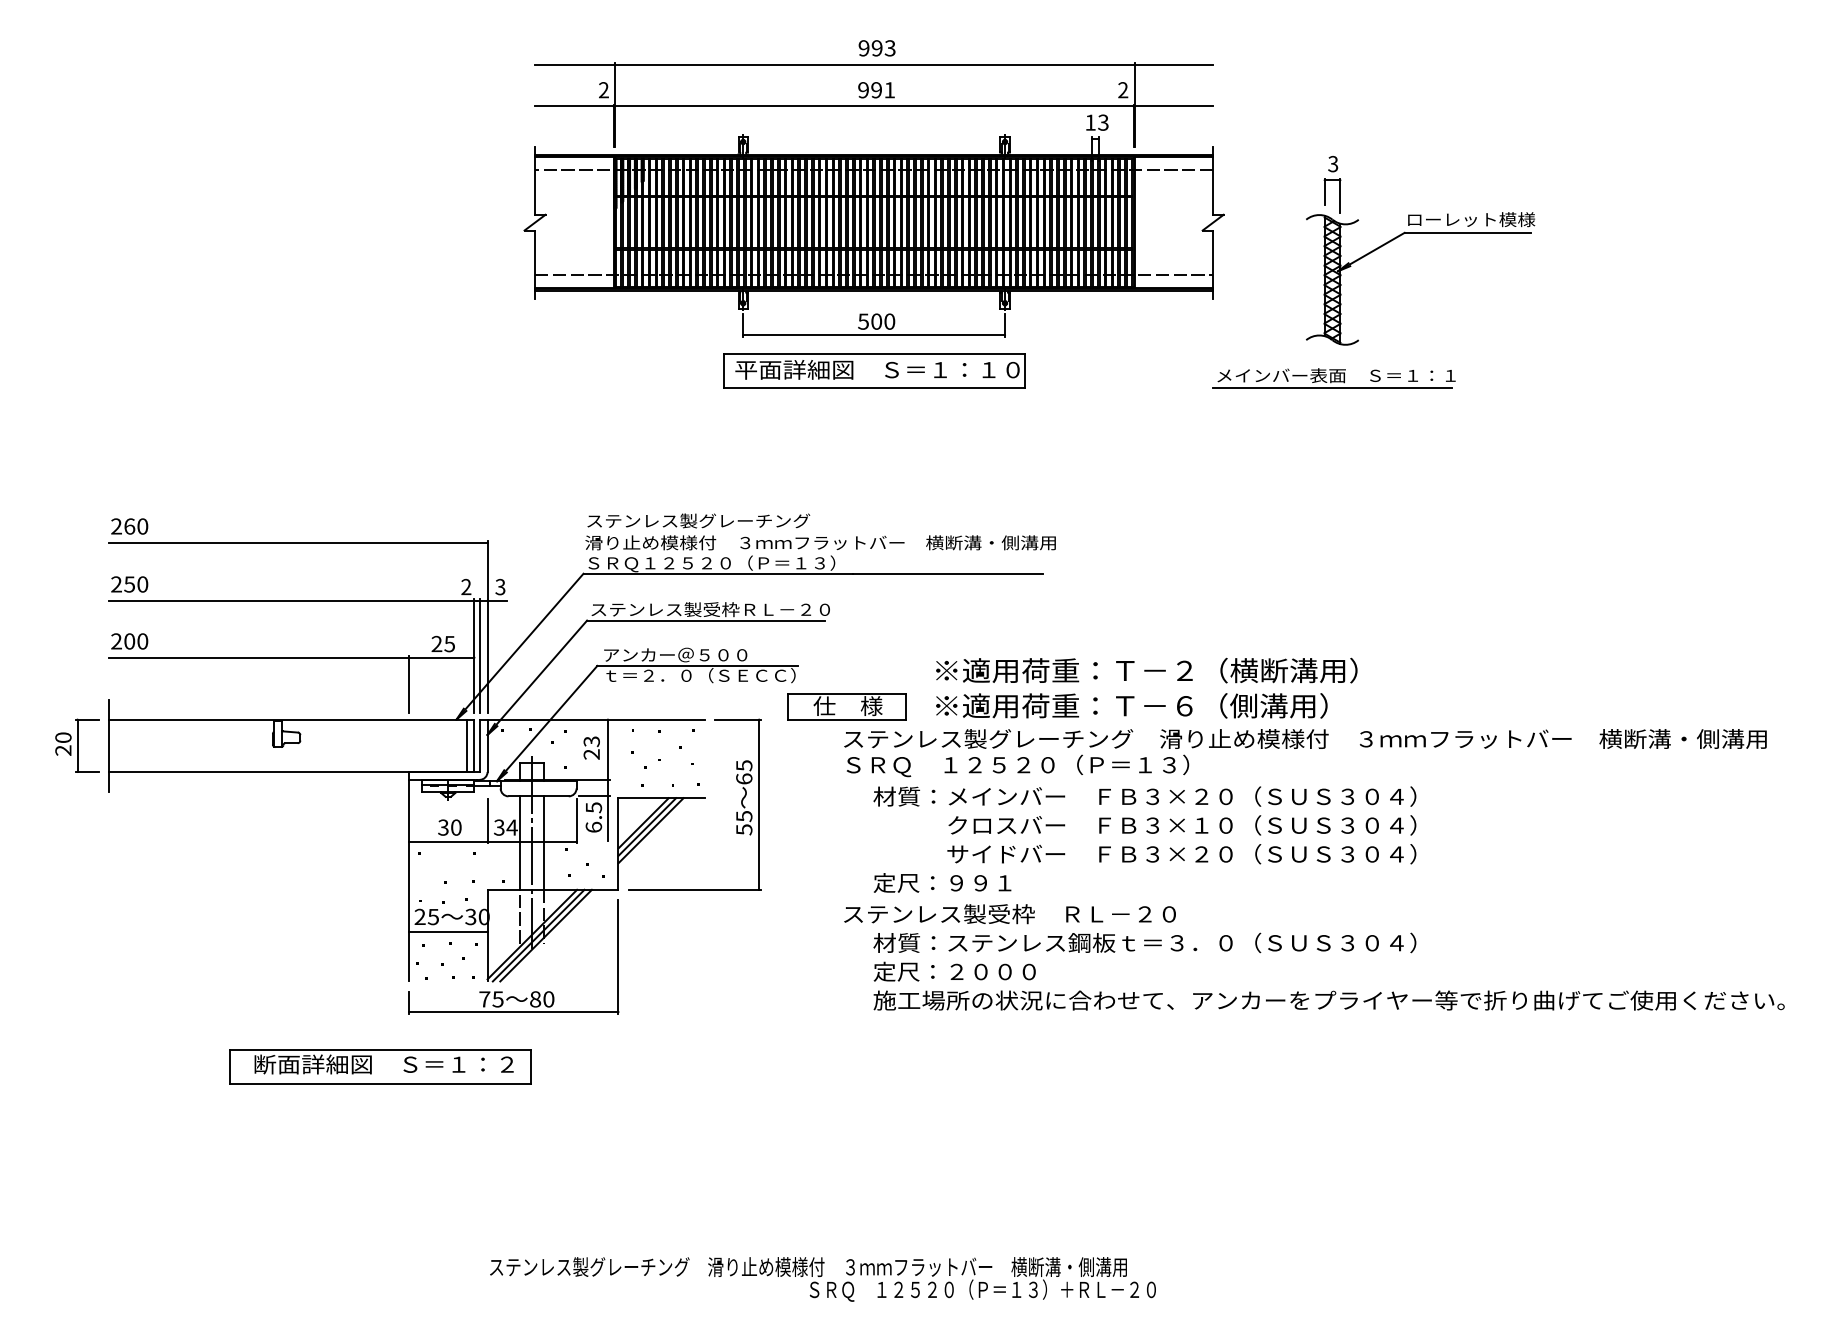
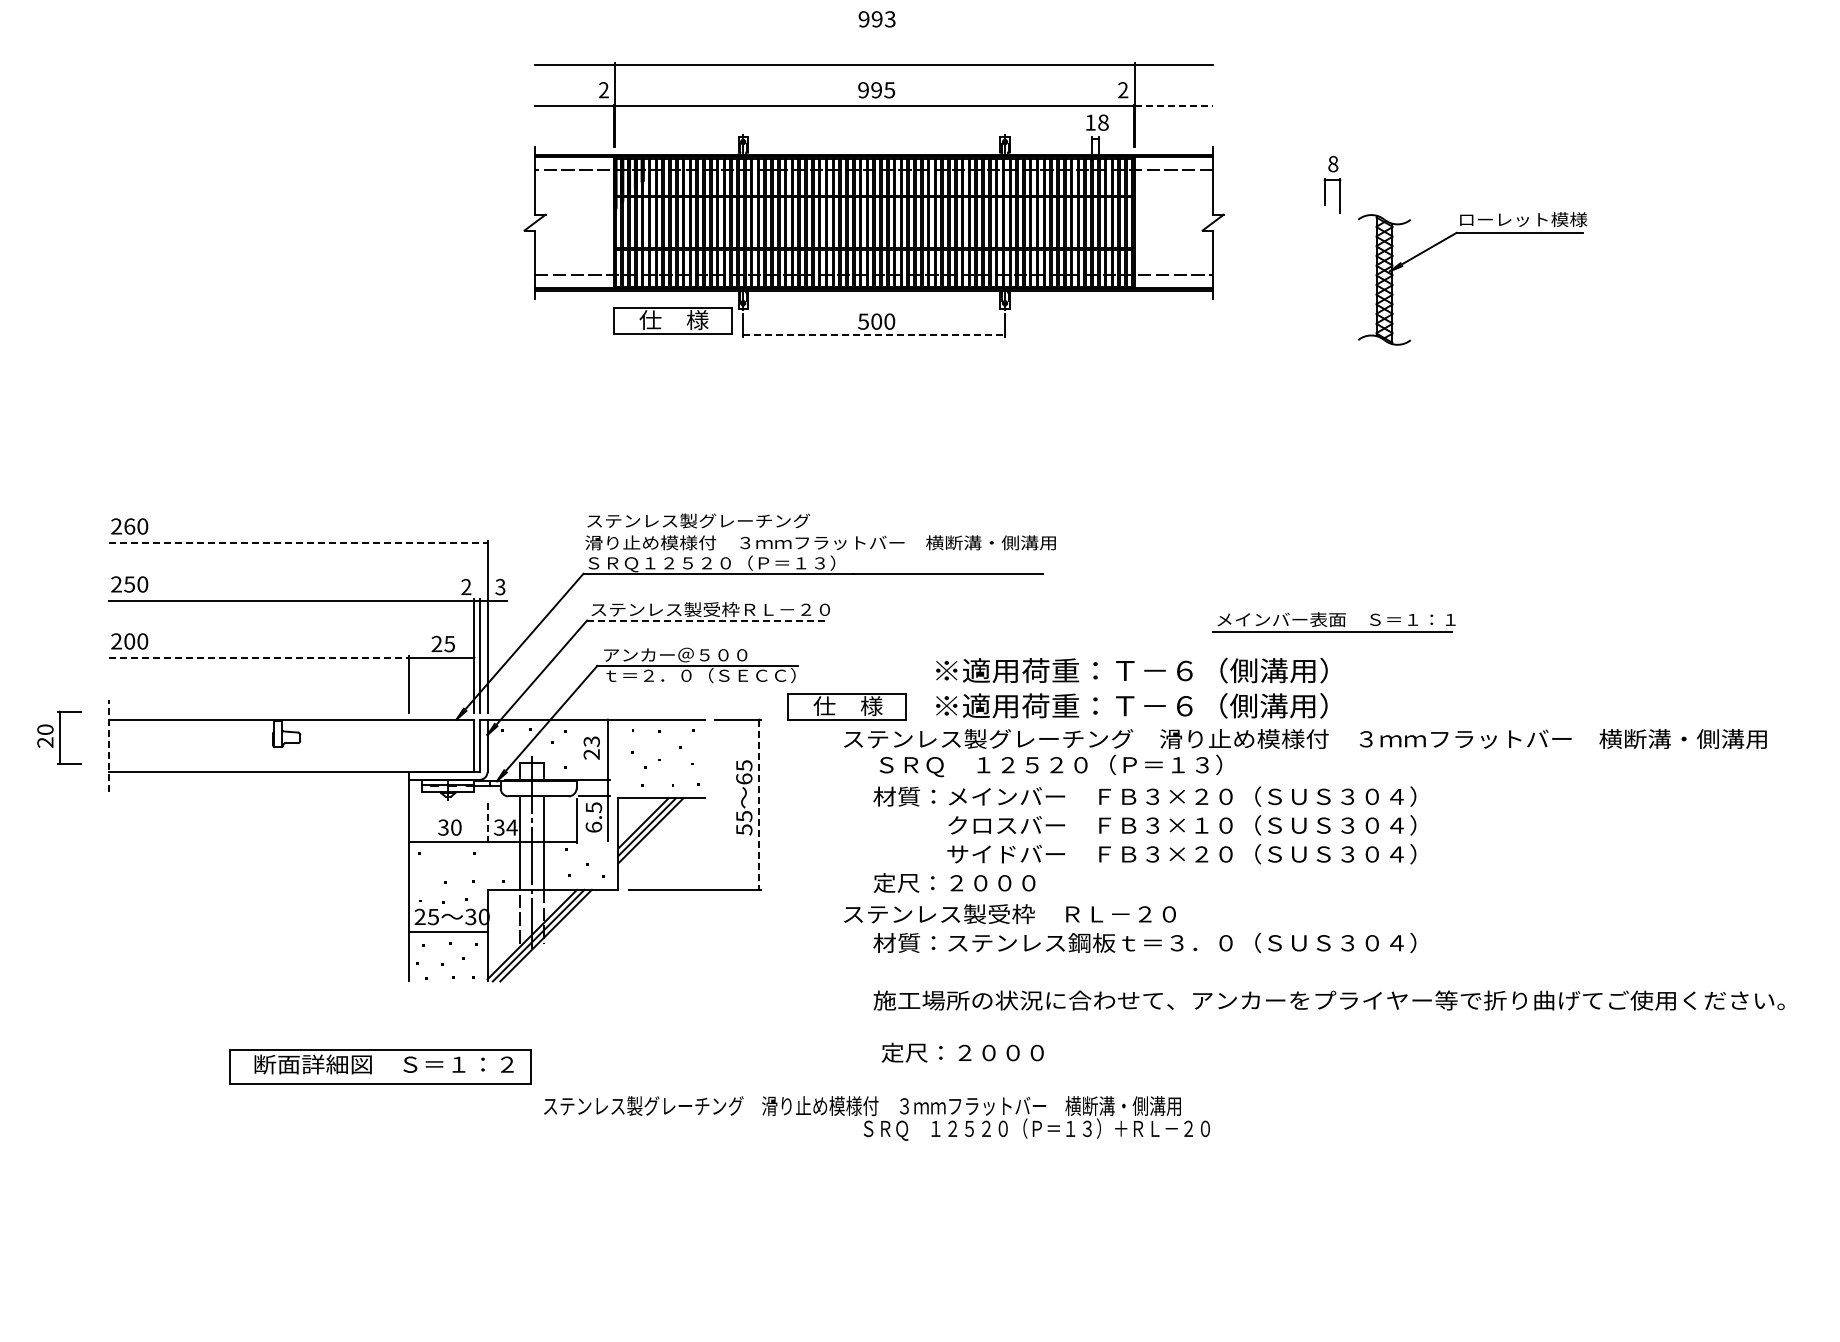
text at (876, 48) position: (876, 48) -> (876, 19)
text at (889, 90): 991 -> 995
line at (1174, 106): solid -> dashed
text at (1103, 122): 13 -> 18
text at (1333, 164): 3 -> 8
part at (1420, 233) position: (1420, 233) -> (1472, 233)
part at (672, 320): none -> present
line at (874, 335): solid -> dashed
part at (874, 370): present -> none
part at (1333, 378) position: (1333, 378) -> (1333, 622)
line at (298, 542): solid -> dashed
line at (706, 620): solid -> dashed
line at (259, 657): solid -> dashed
text at (1267, 670): ※適用荷重：Ｔ－２（横断溝用） -> ※適用荷重：Ｔ－６（側溝用）
part at (77, 745) position: (77, 745) -> (59, 737)
line at (109, 745): solid -> dashed
line at (466, 745): present -> none
text at (1018, 765) position: (1018, 765) -> (1051, 765)
line at (759, 805): solid -> dashed
line at (487, 820): solid -> dashed
text at (992, 883): 定尺：９９１ -> 定尺：２０００
text at (954, 971) position: (954, 971) -> (962, 1052)
part at (502, 991): present -> none
text at (822, 1279) position: (822, 1279) -> (876, 1118)
